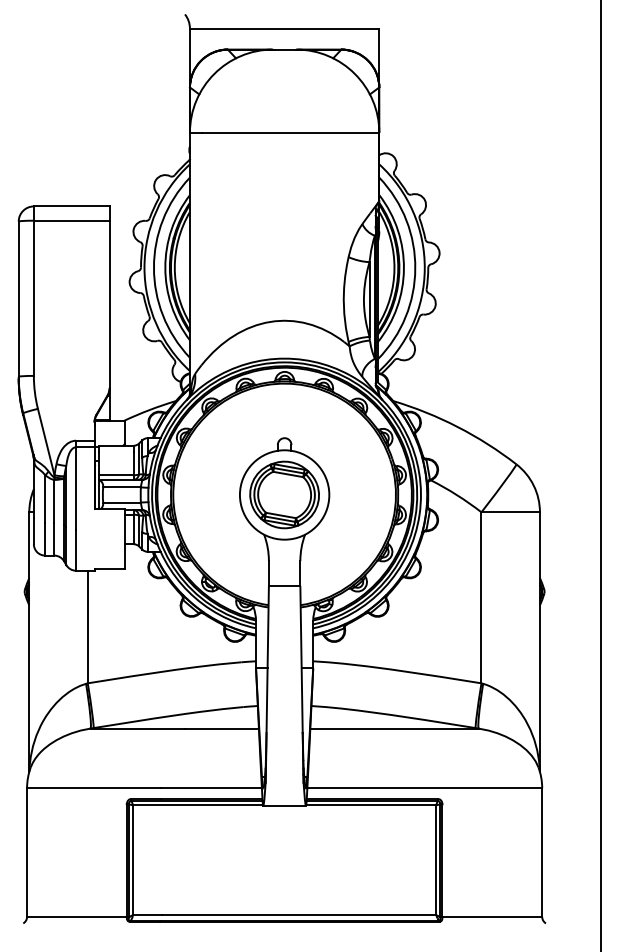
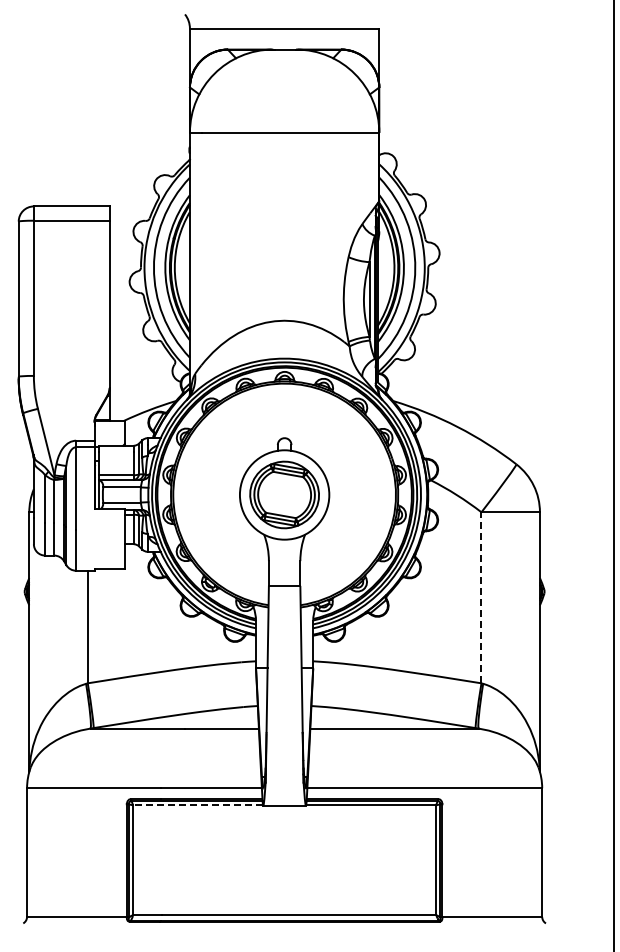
line at (601, 475) position: (601, 475) -> (614, 475)
line at (481, 597): solid -> dashed
line at (197, 805): solid -> dashed
